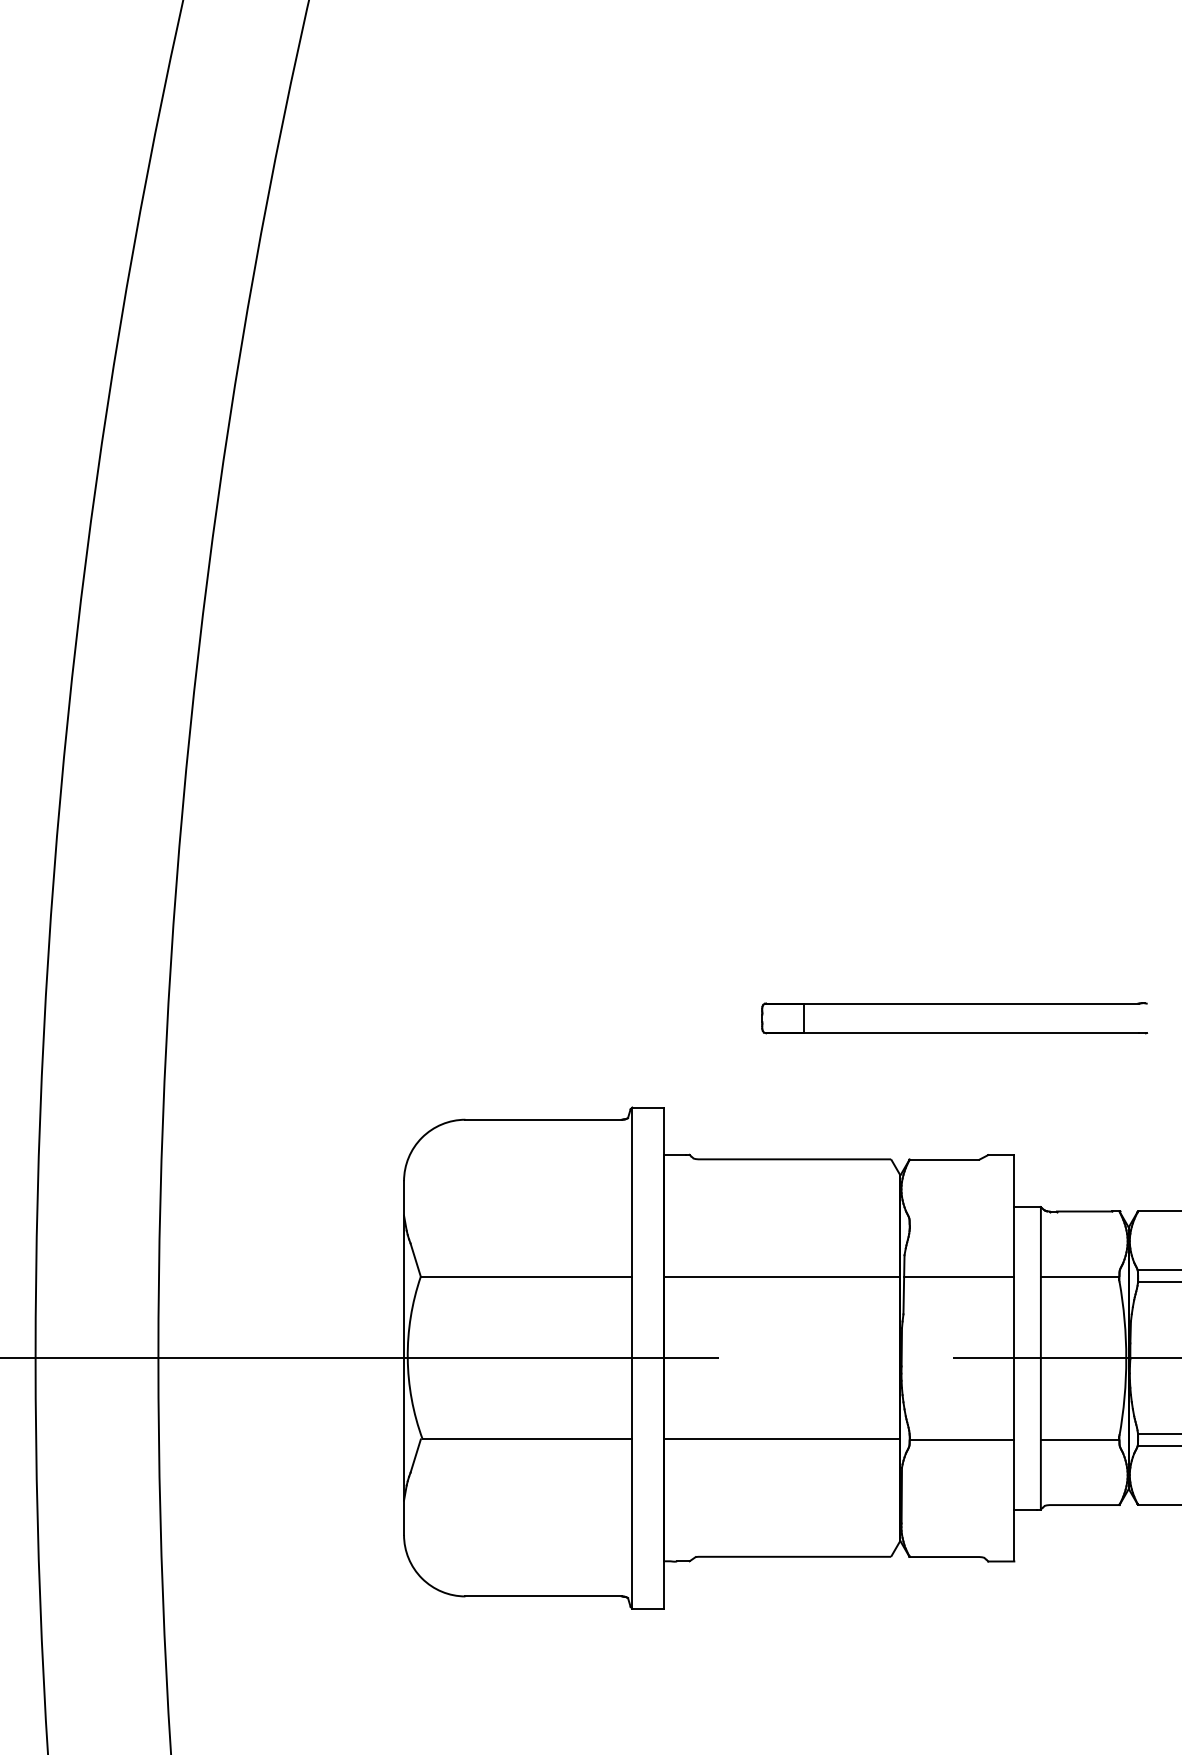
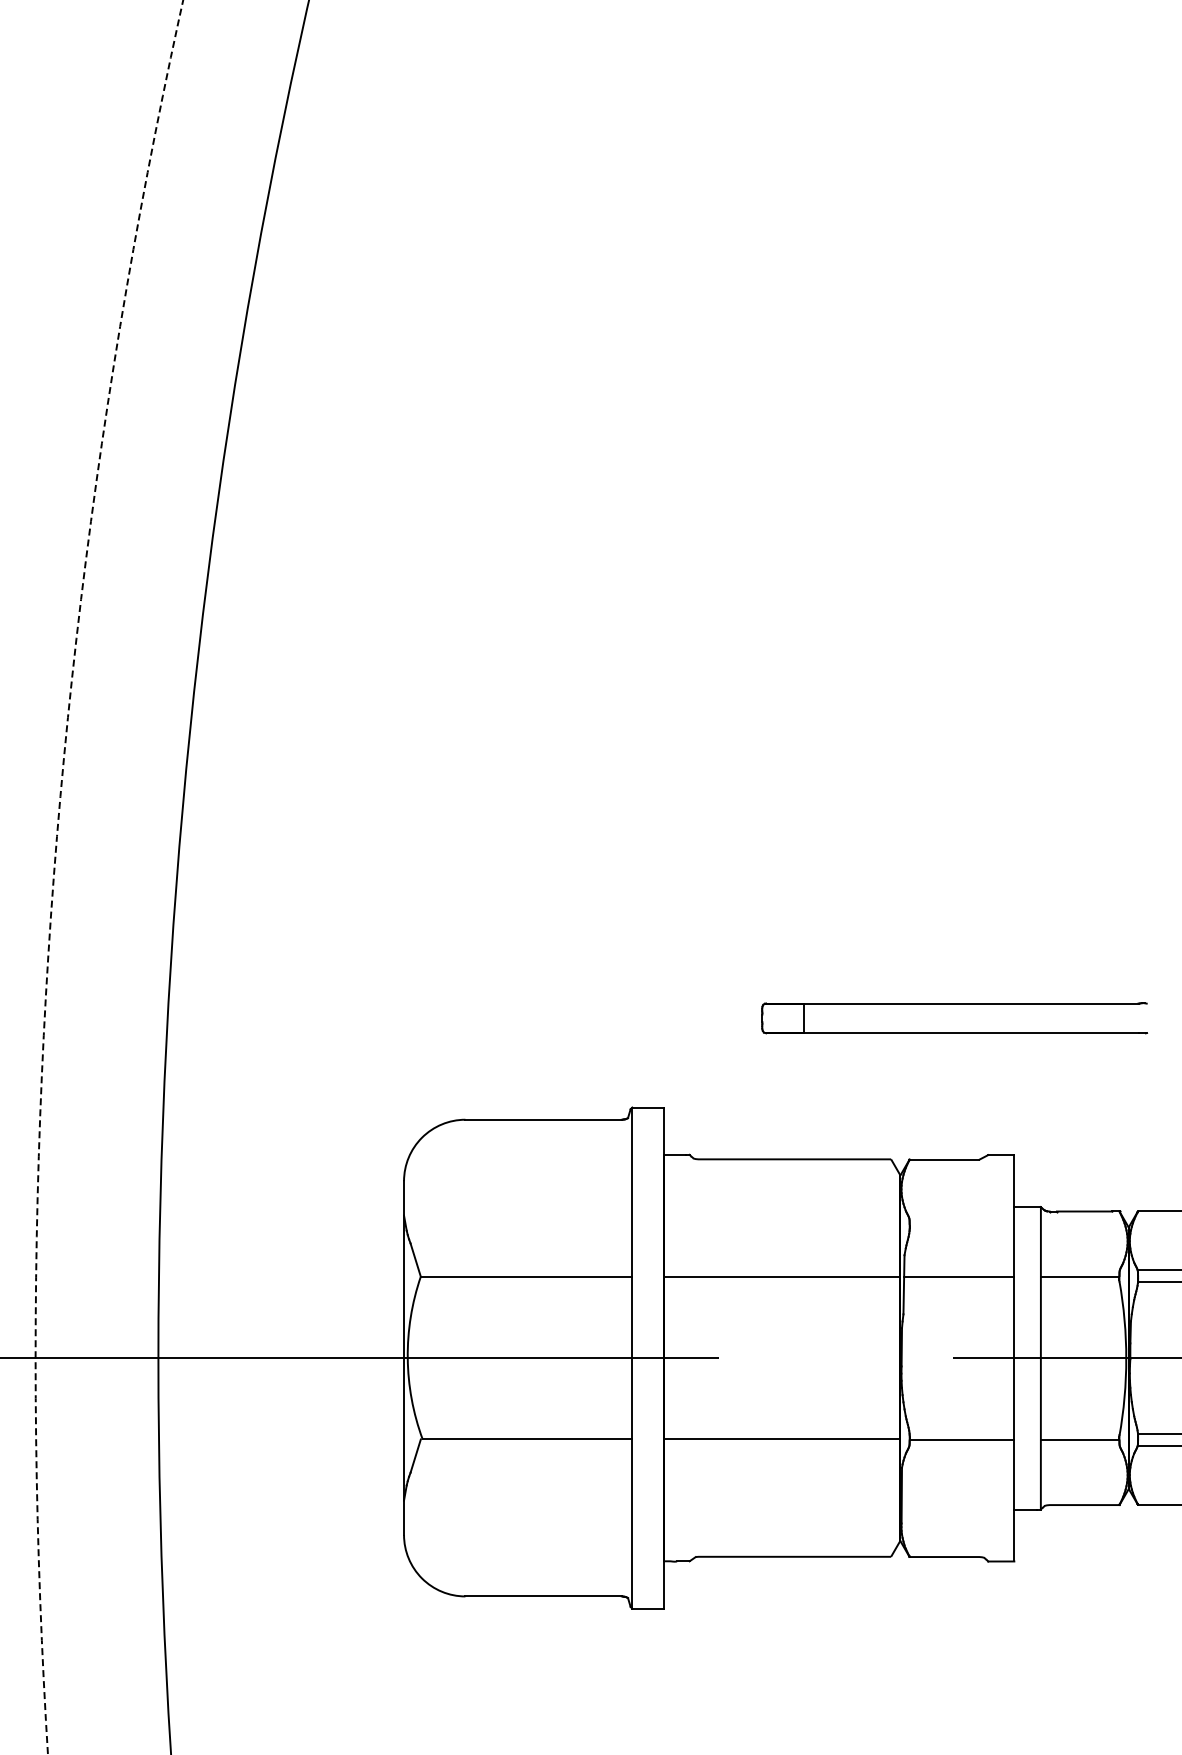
circle at (109, 877): solid -> dashed
